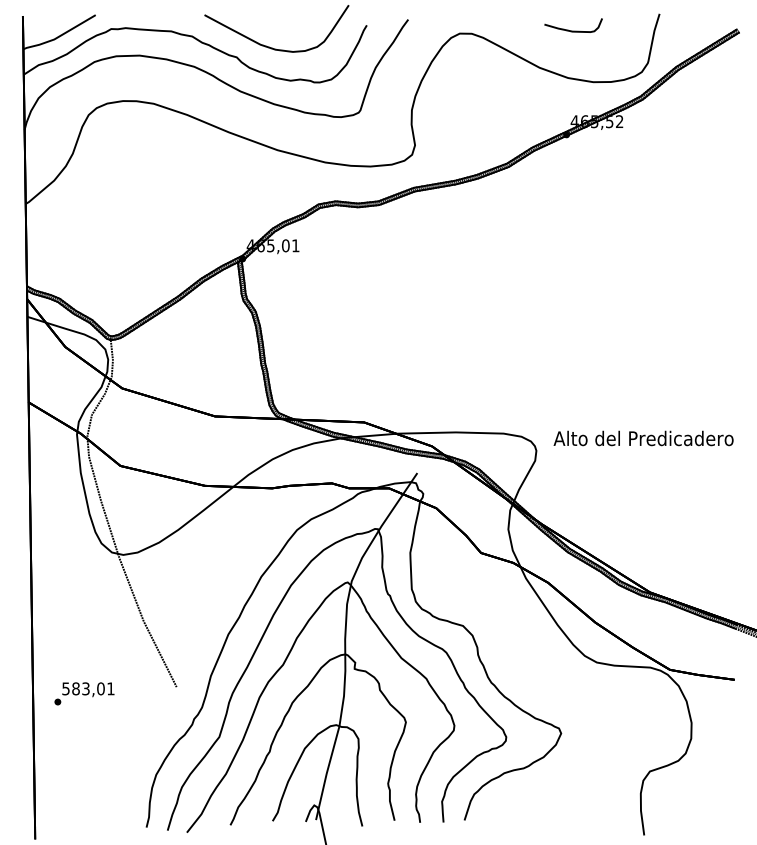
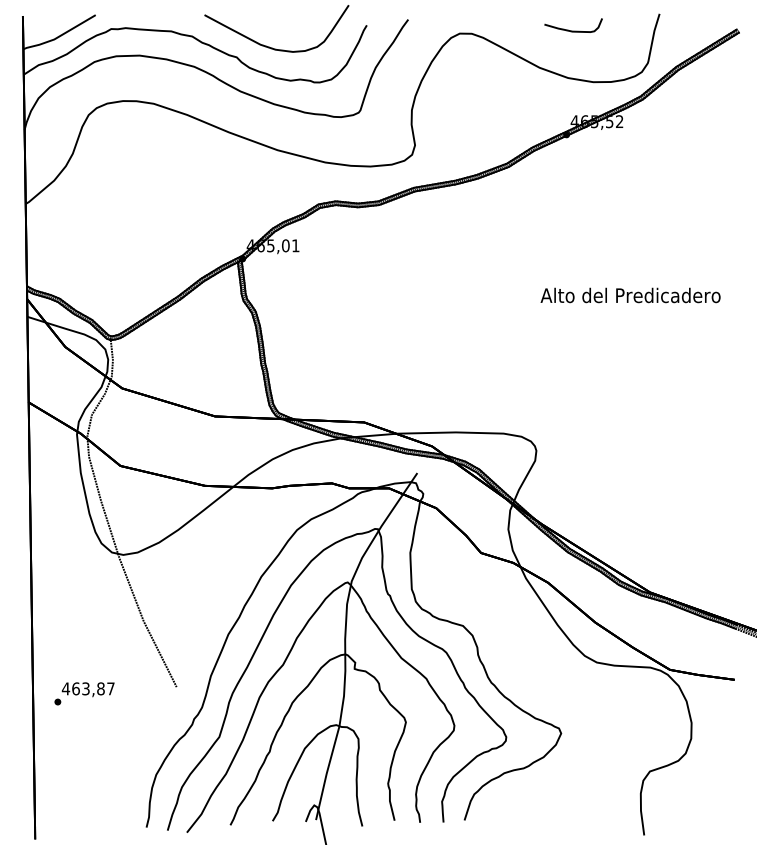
text at (643, 438) position: (643, 438) -> (630, 295)
text at (87, 688): 583,01 -> 463,87
